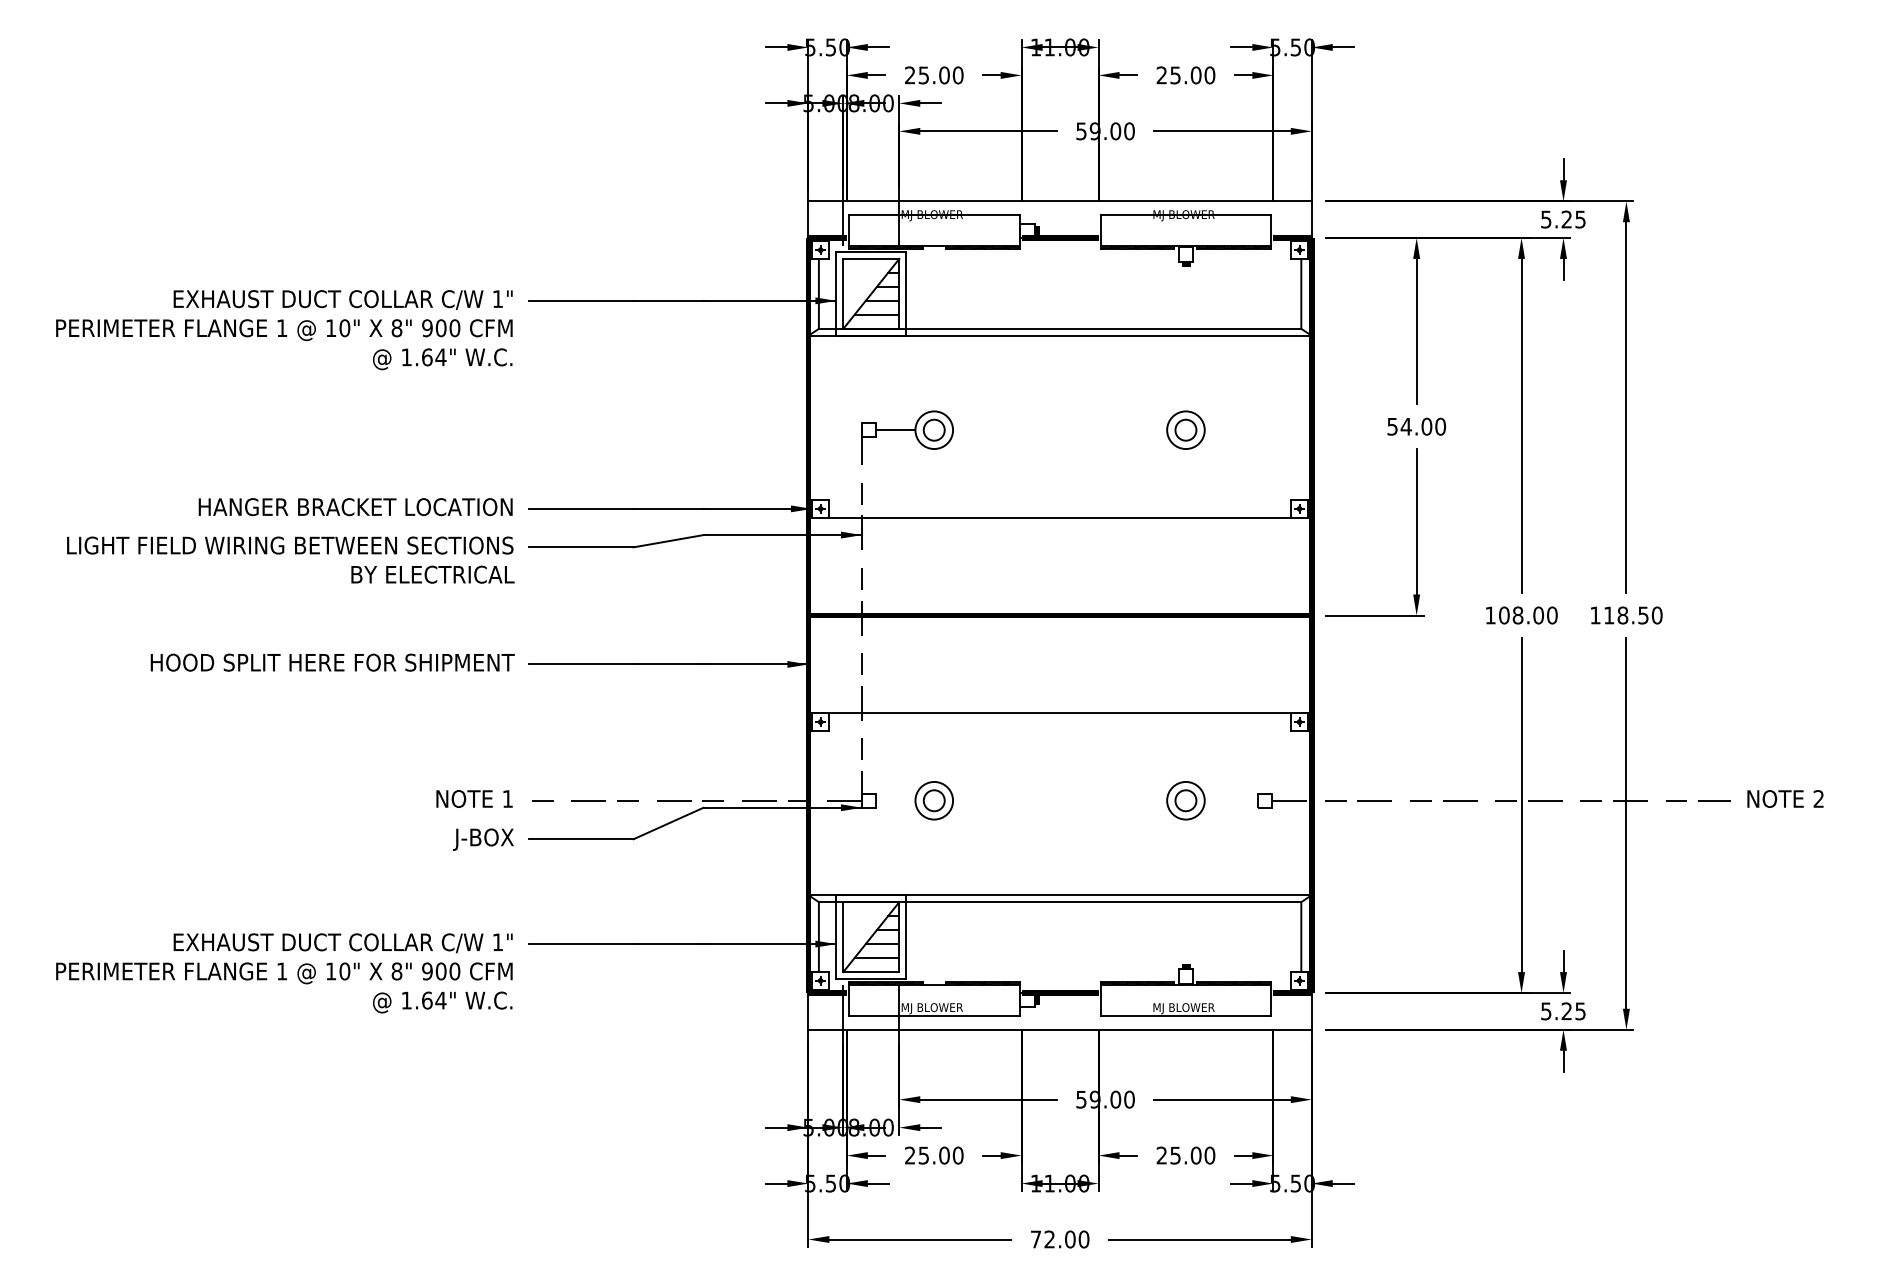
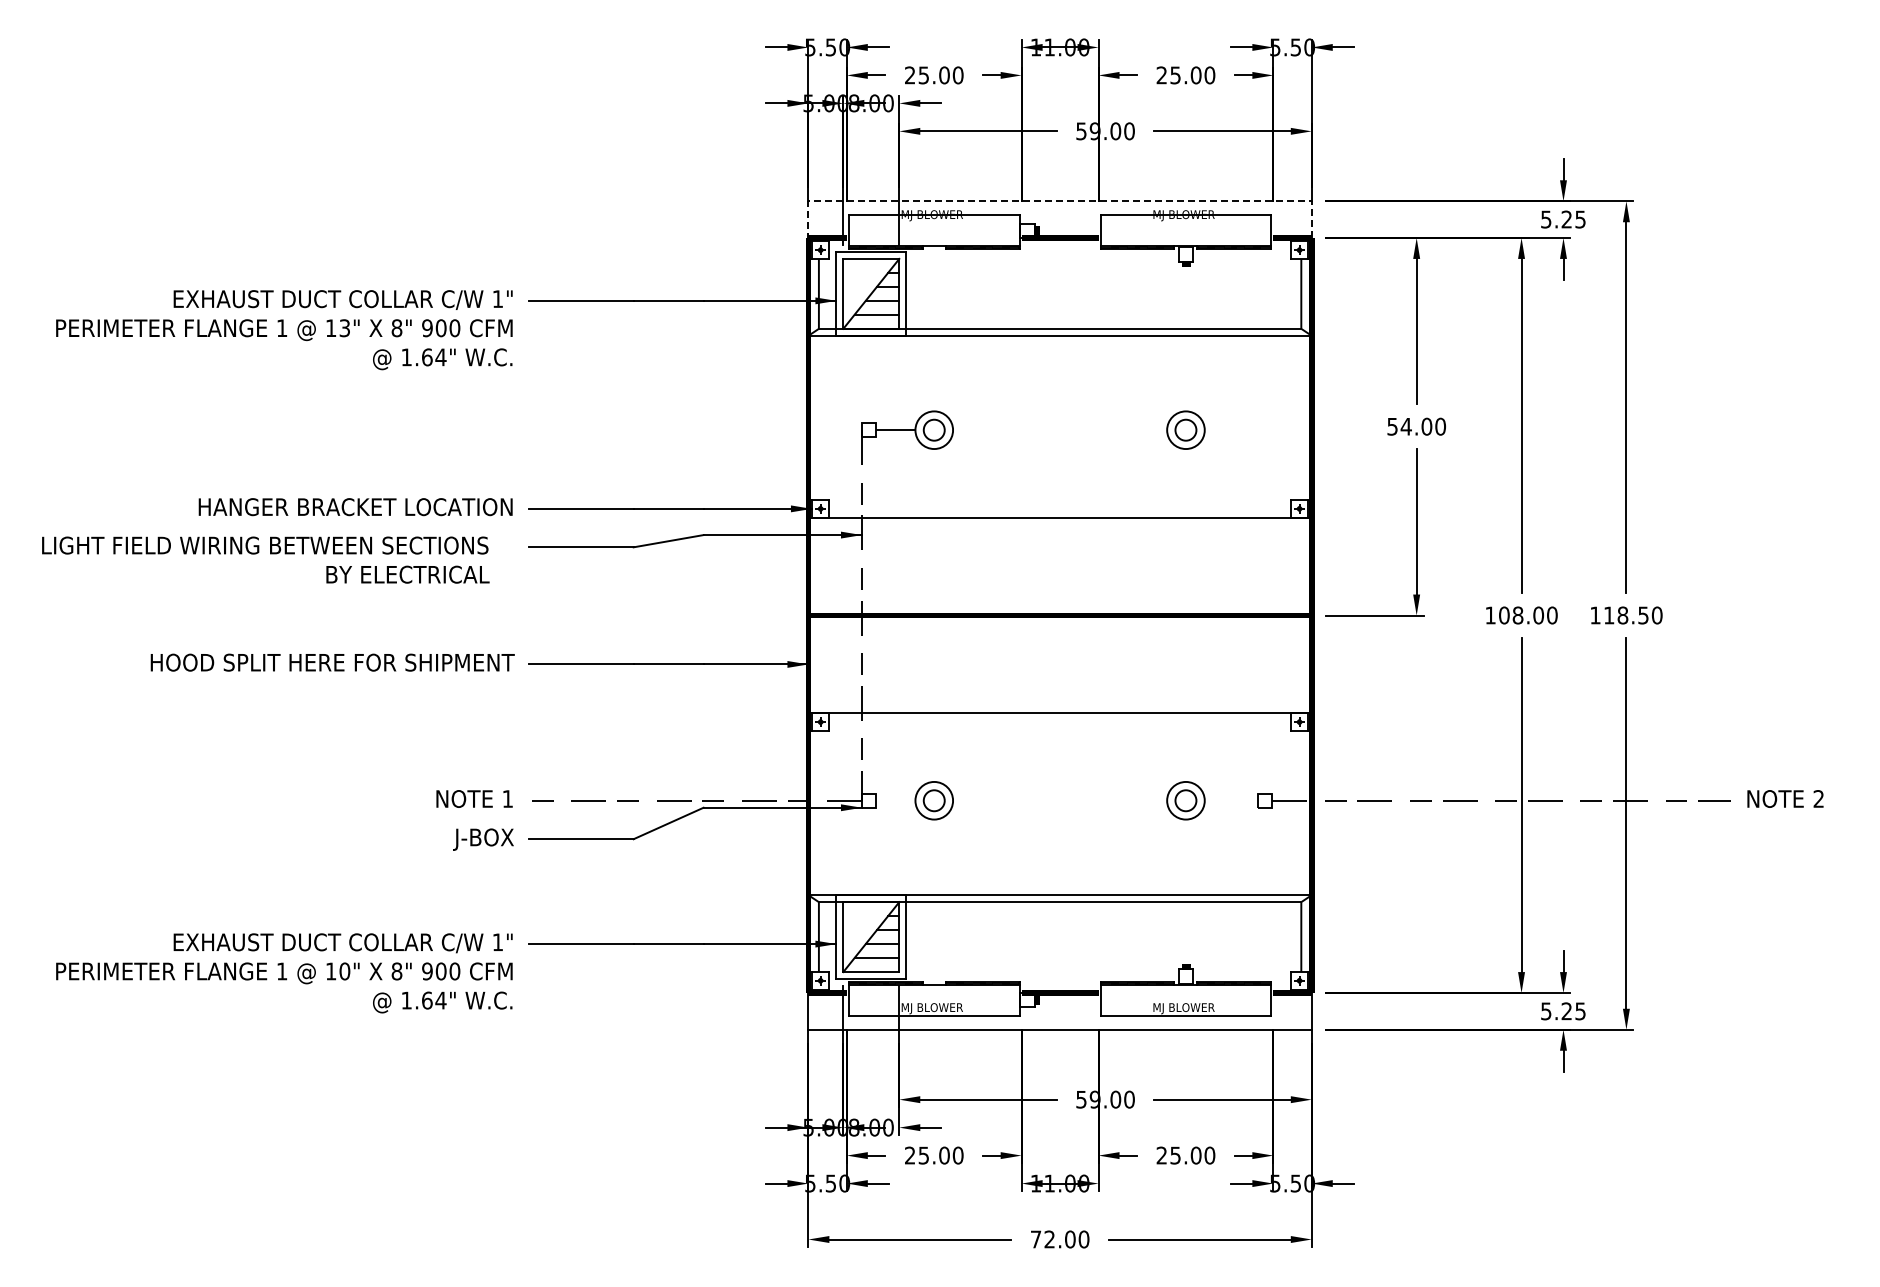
line at (1060, 201): solid -> dashed
text at (344, 328): 10" -> 13"
text at (290, 559) position: (290, 559) -> (265, 559)
